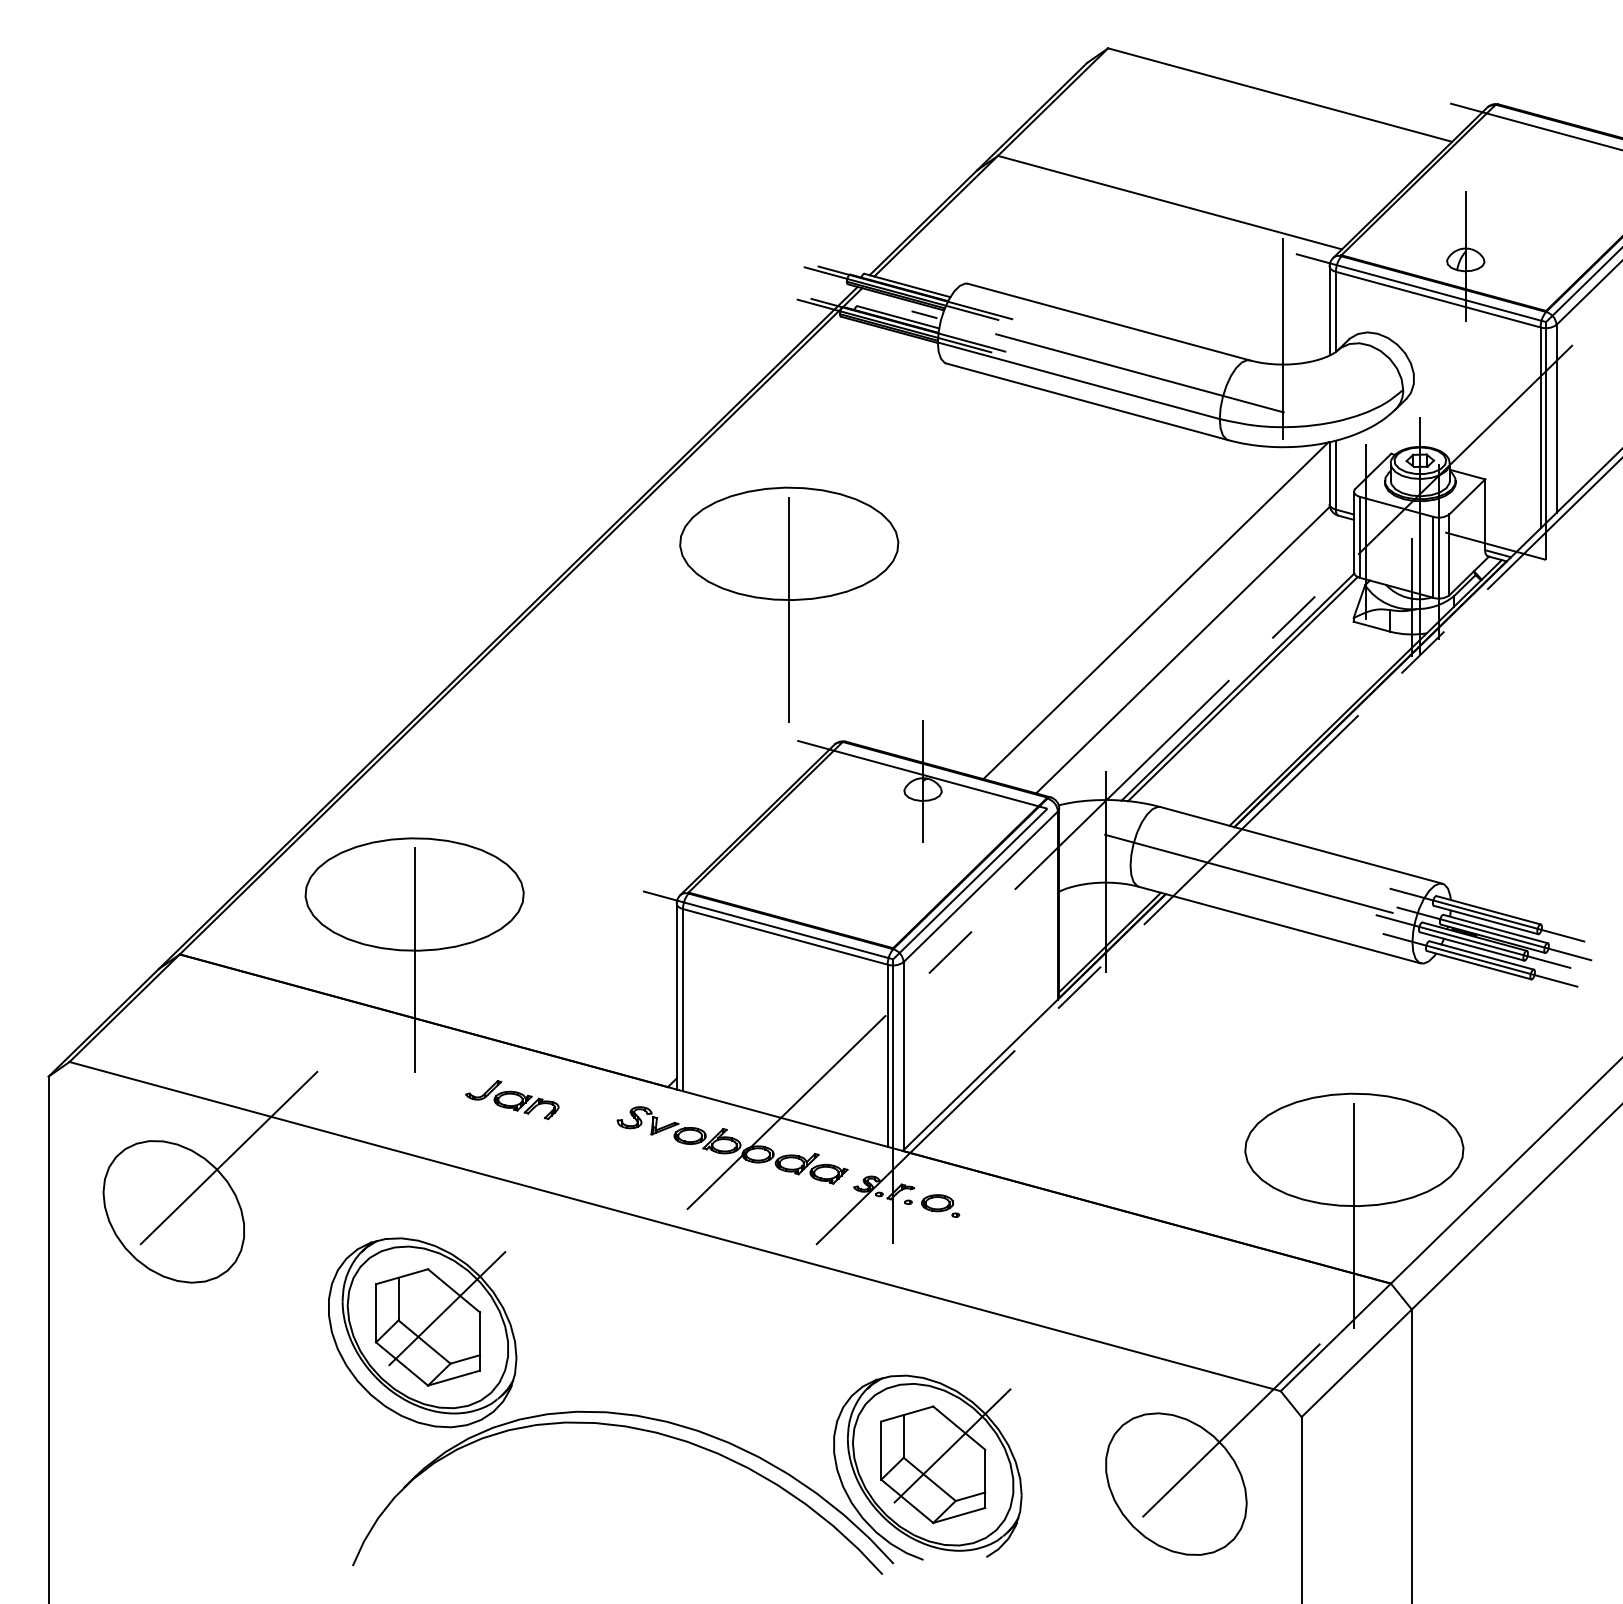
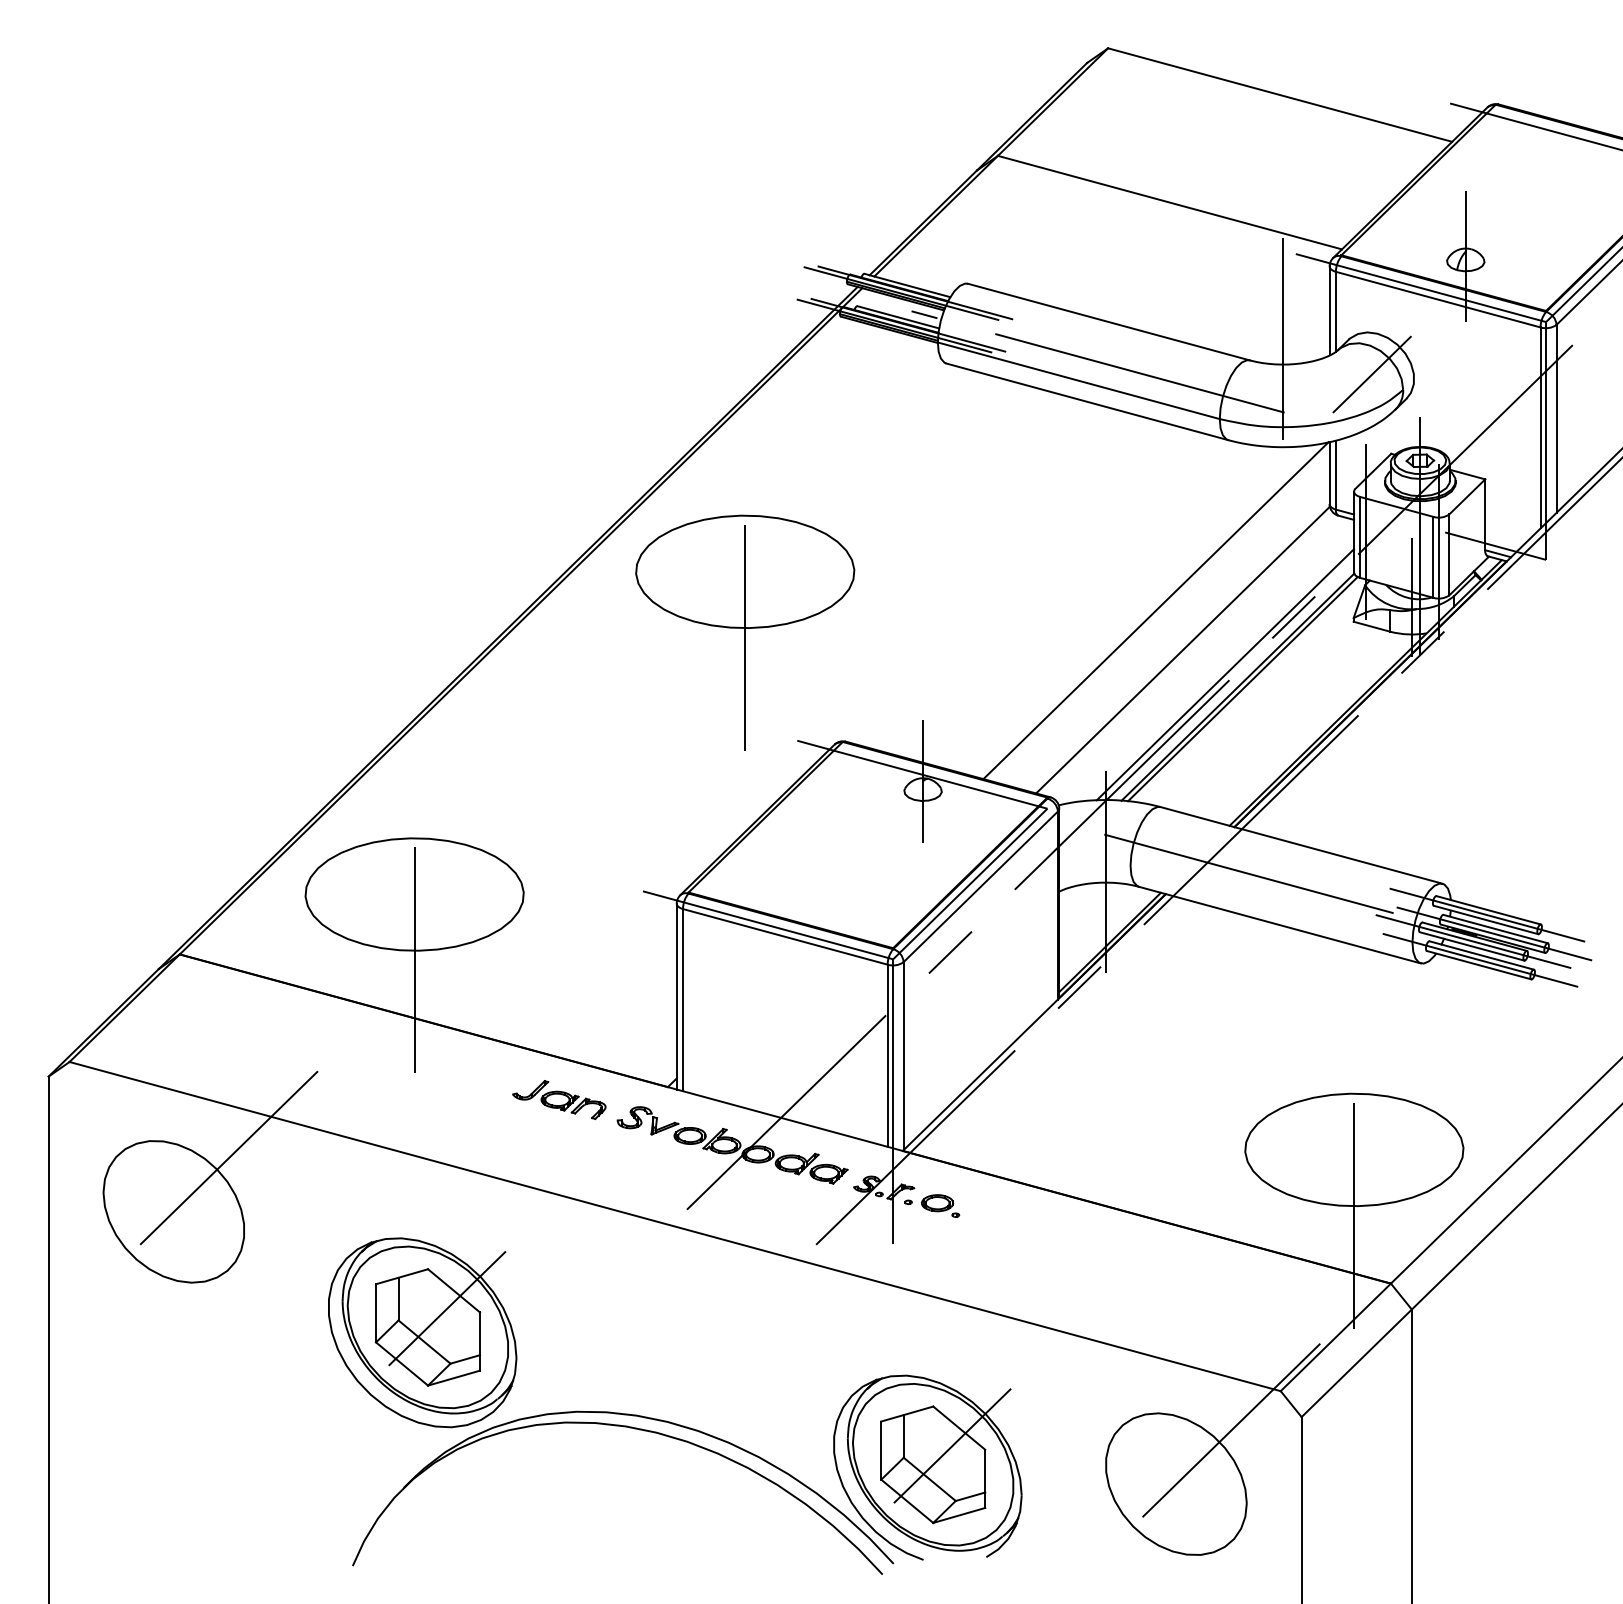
line at (1371, 374): none -> present
part at (789, 604) position: (789, 604) -> (745, 632)
line at (1225, 674): none -> present
part at (512, 1100) position: (512, 1100) -> (559, 1100)
